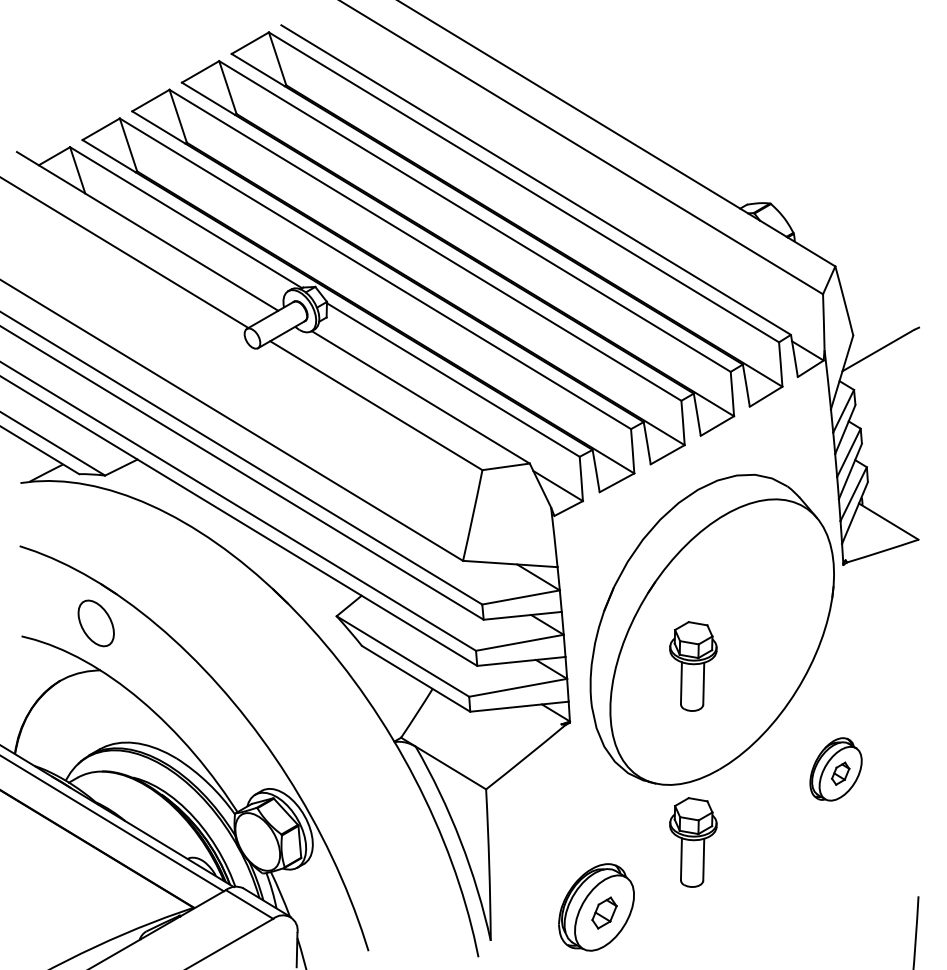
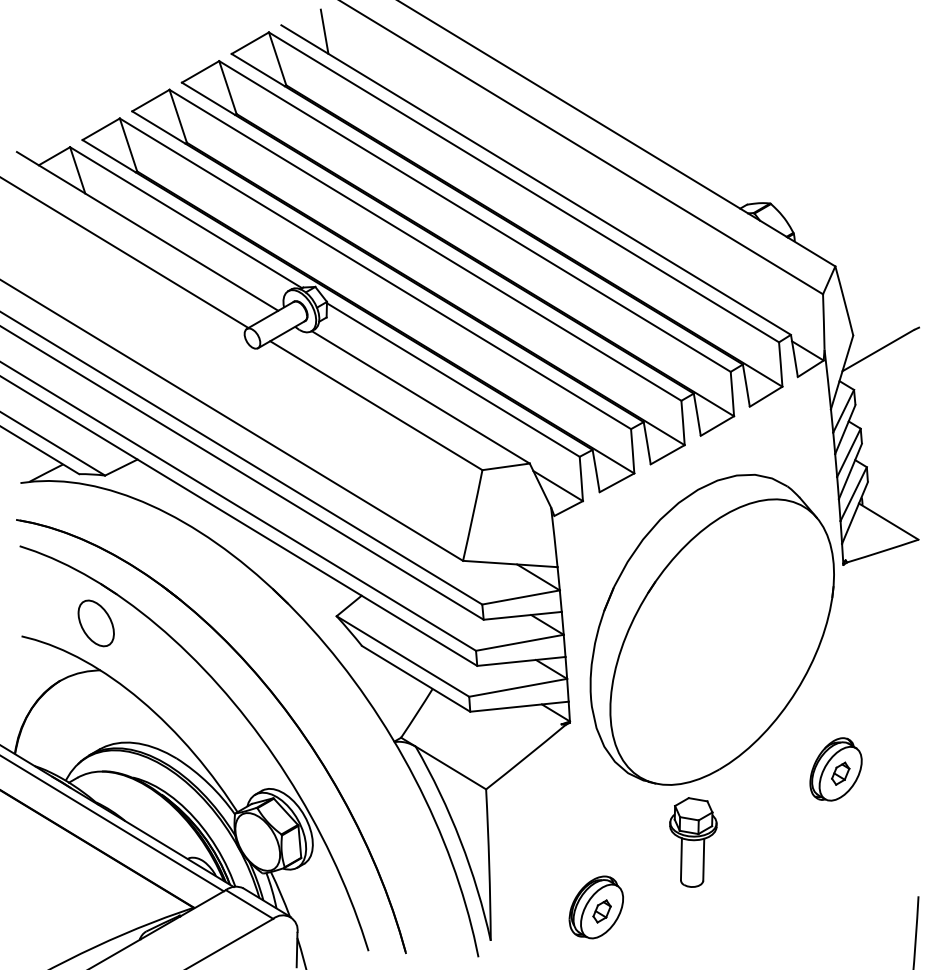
line at (324, 31): none -> present
part at (693, 666): present -> none
part at (268, 690): none -> present
part at (596, 907) size: 77x89 px -> 56x65 px
